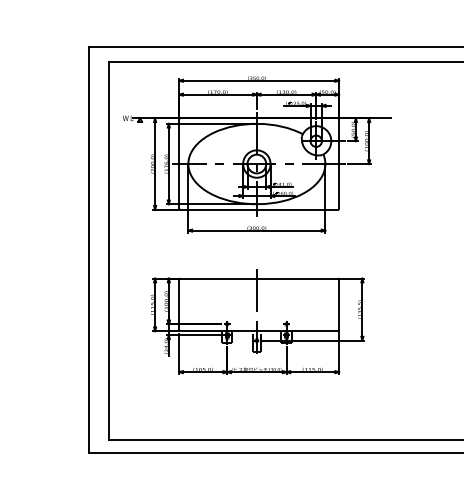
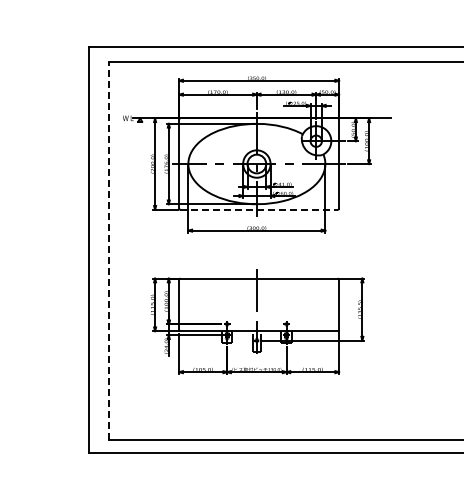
line at (259, 209): solid -> dashed
line at (109, 250): solid -> dashed
